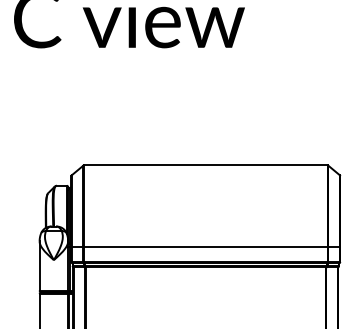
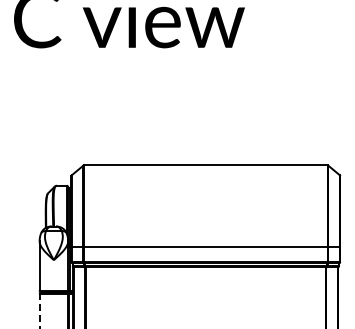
line at (39, 310): solid -> dashed
